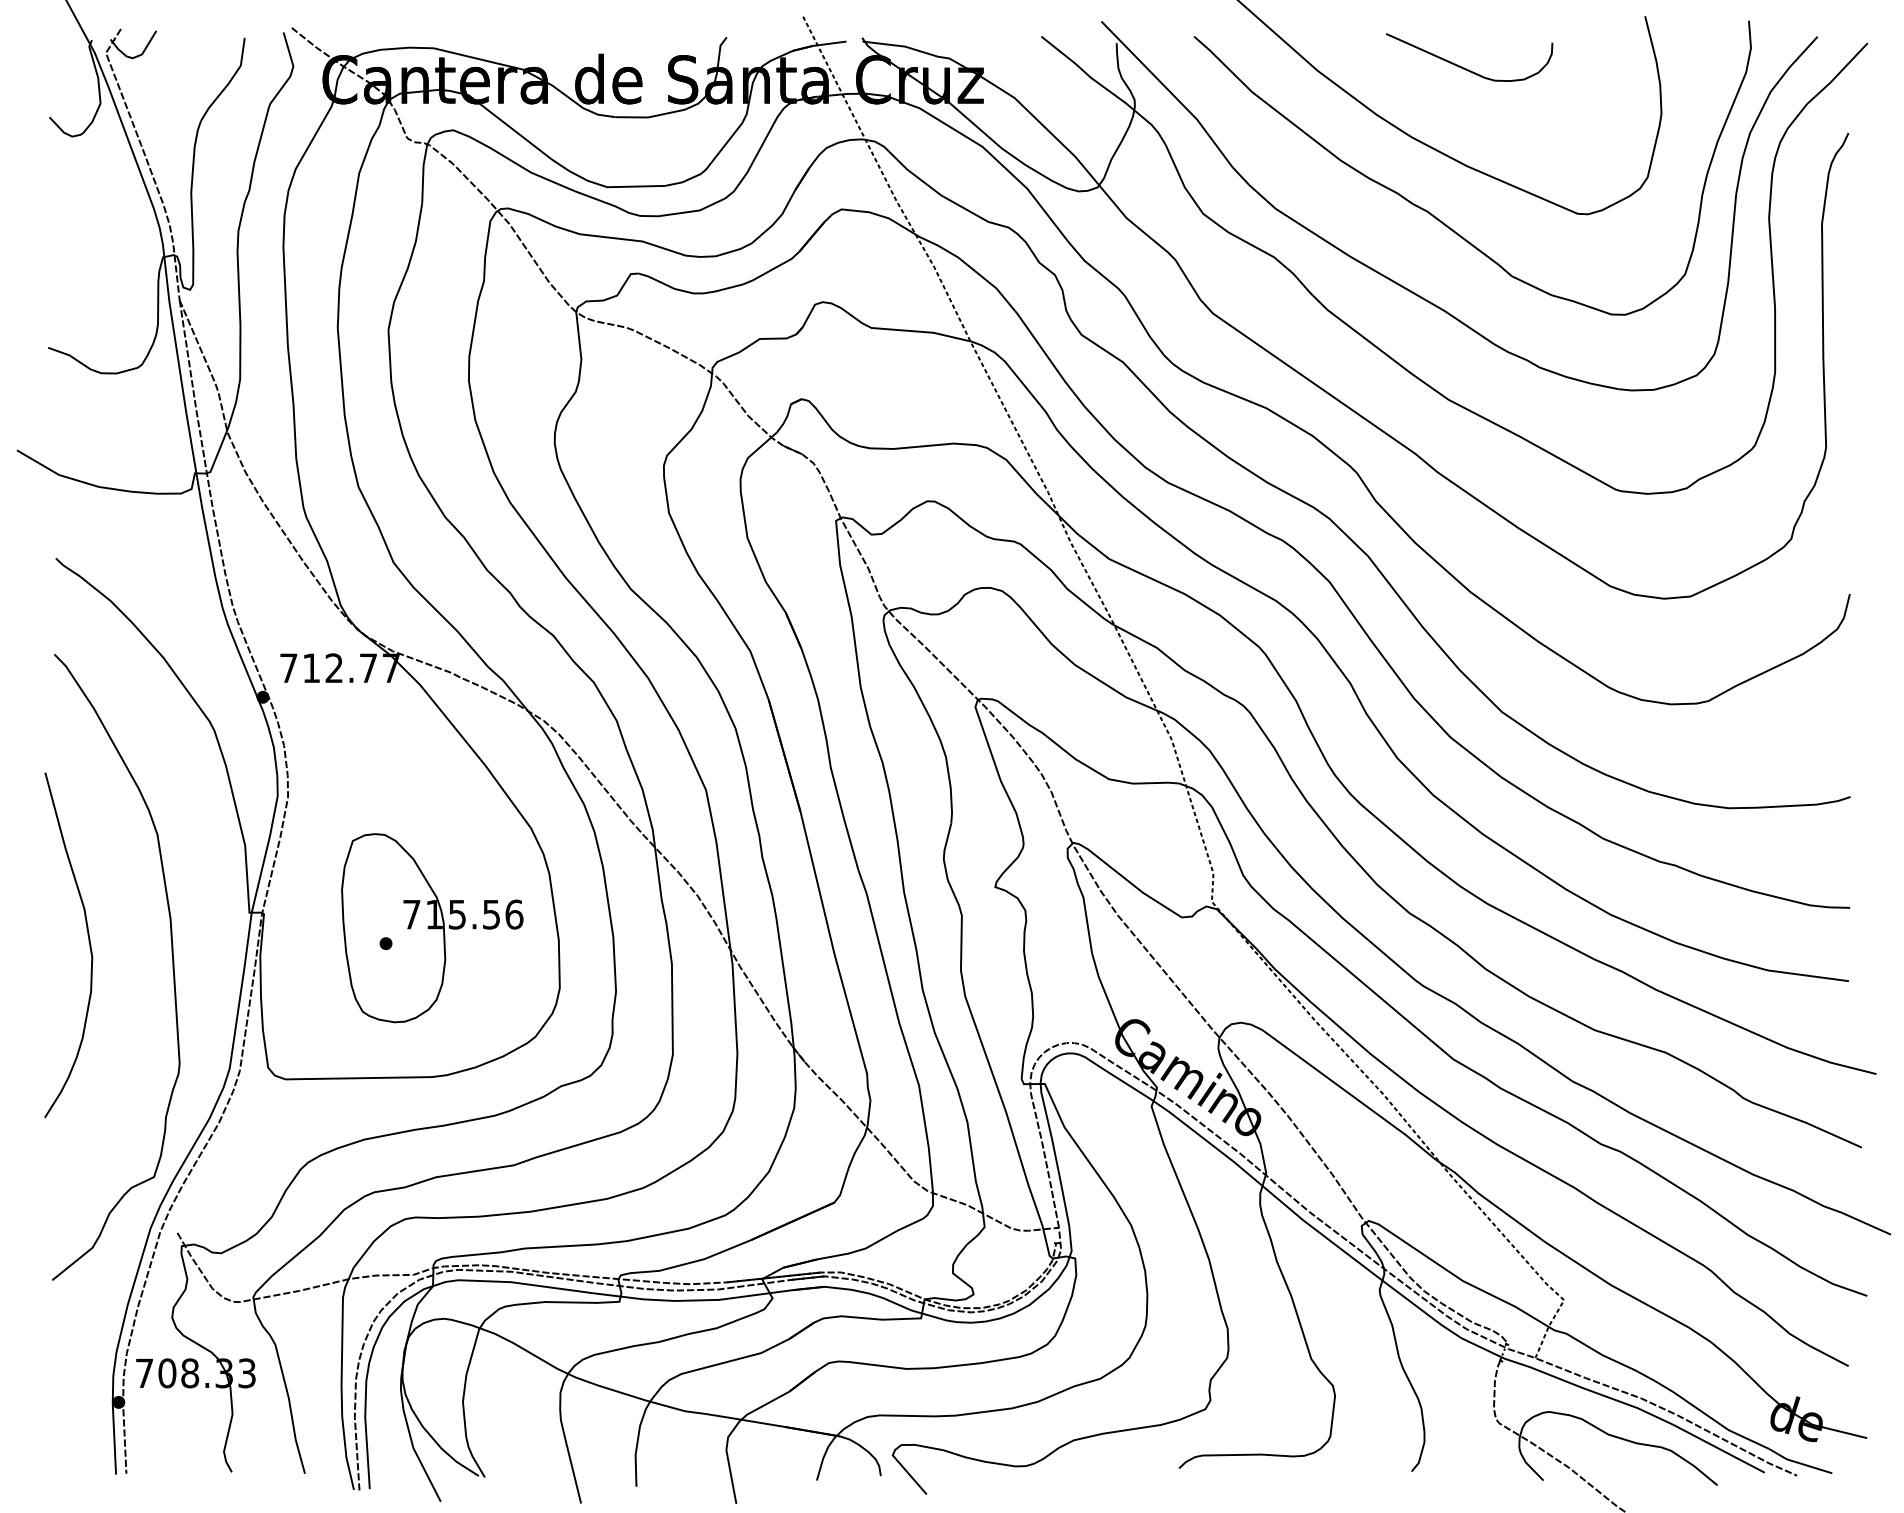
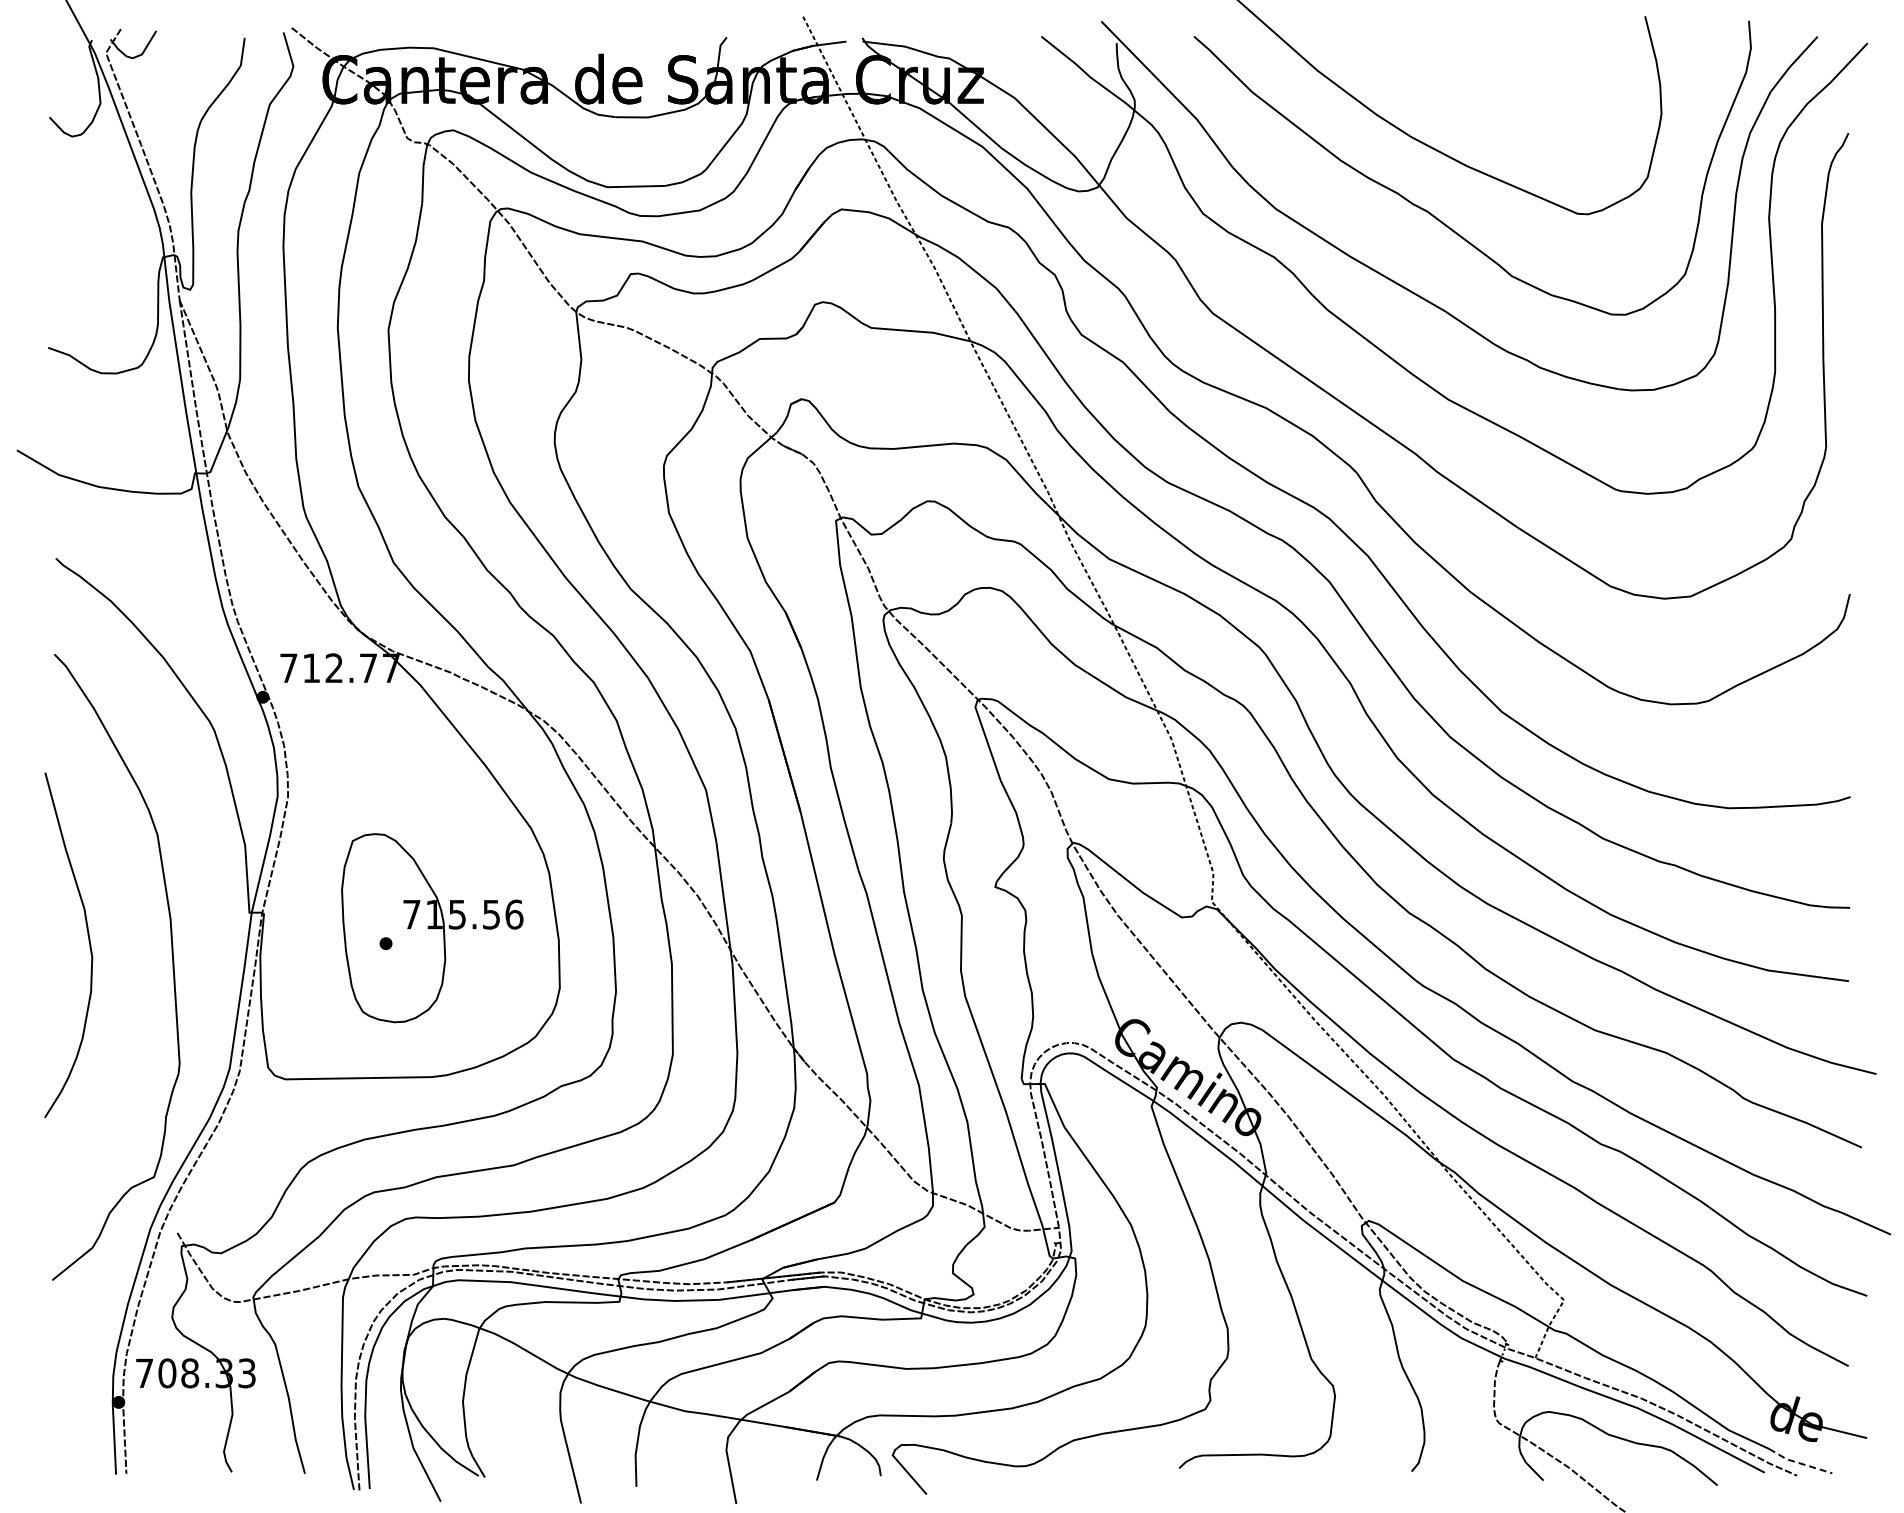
curve at (1464, 67): present -> none
line at (1799, 1463): solid -> dashed
